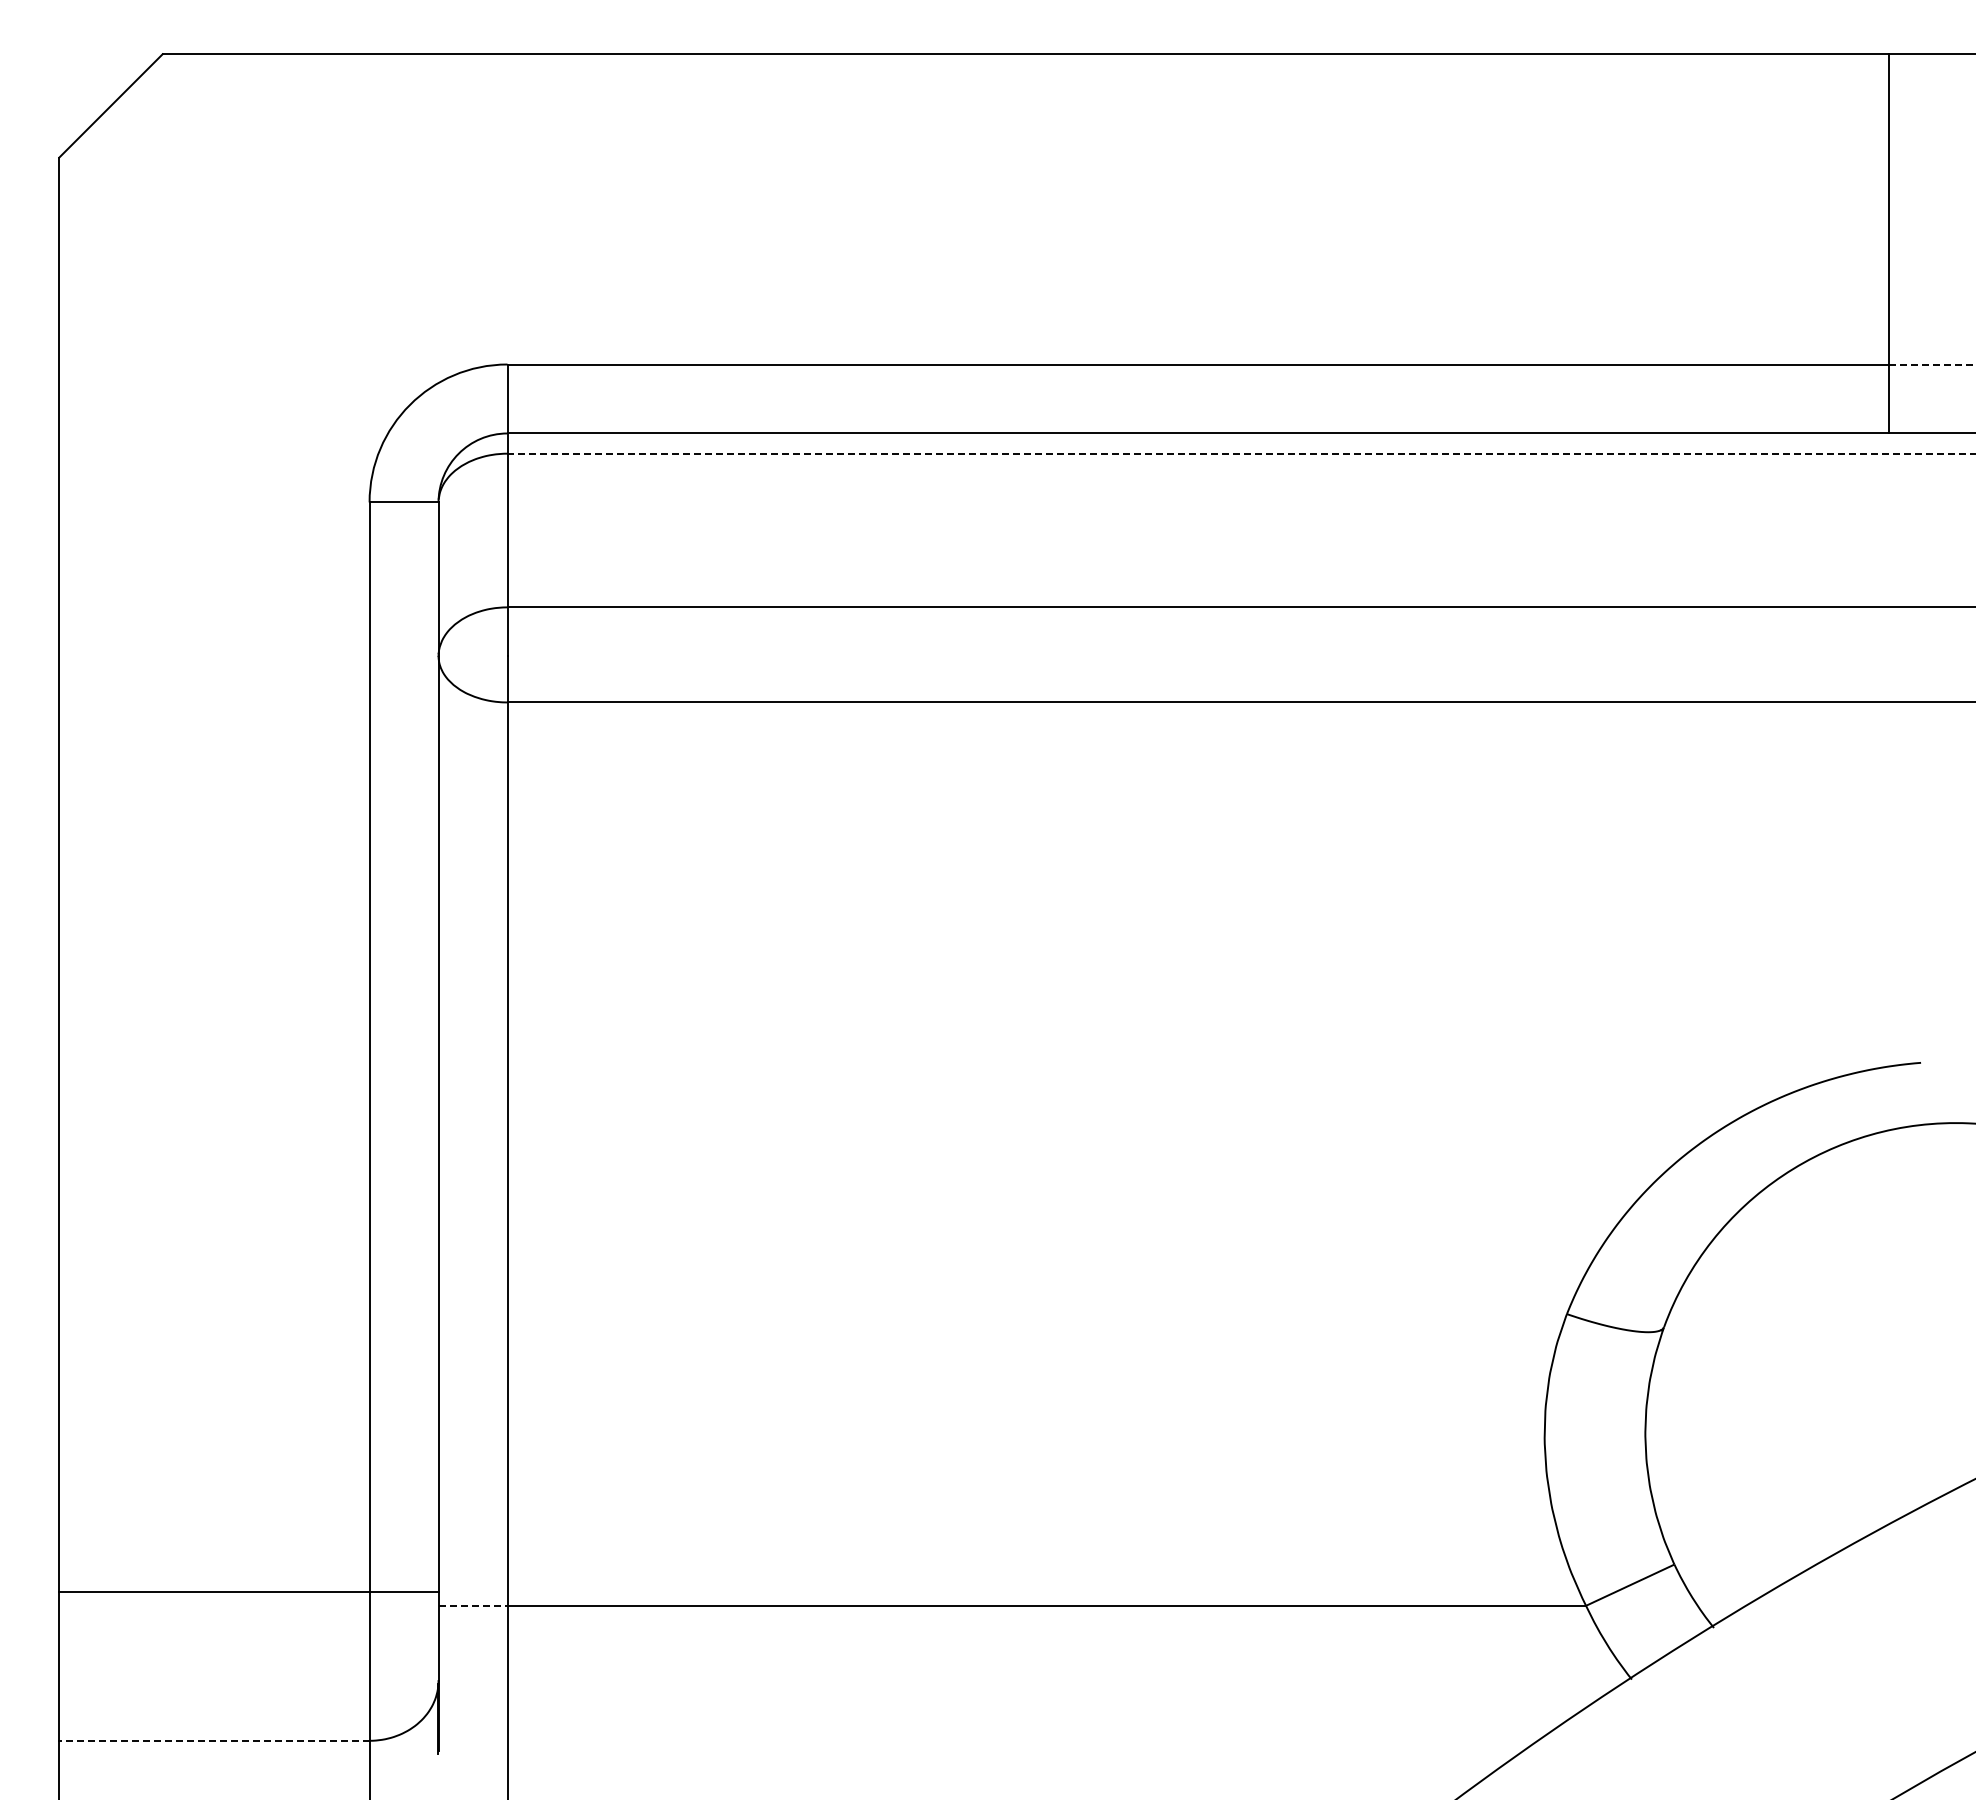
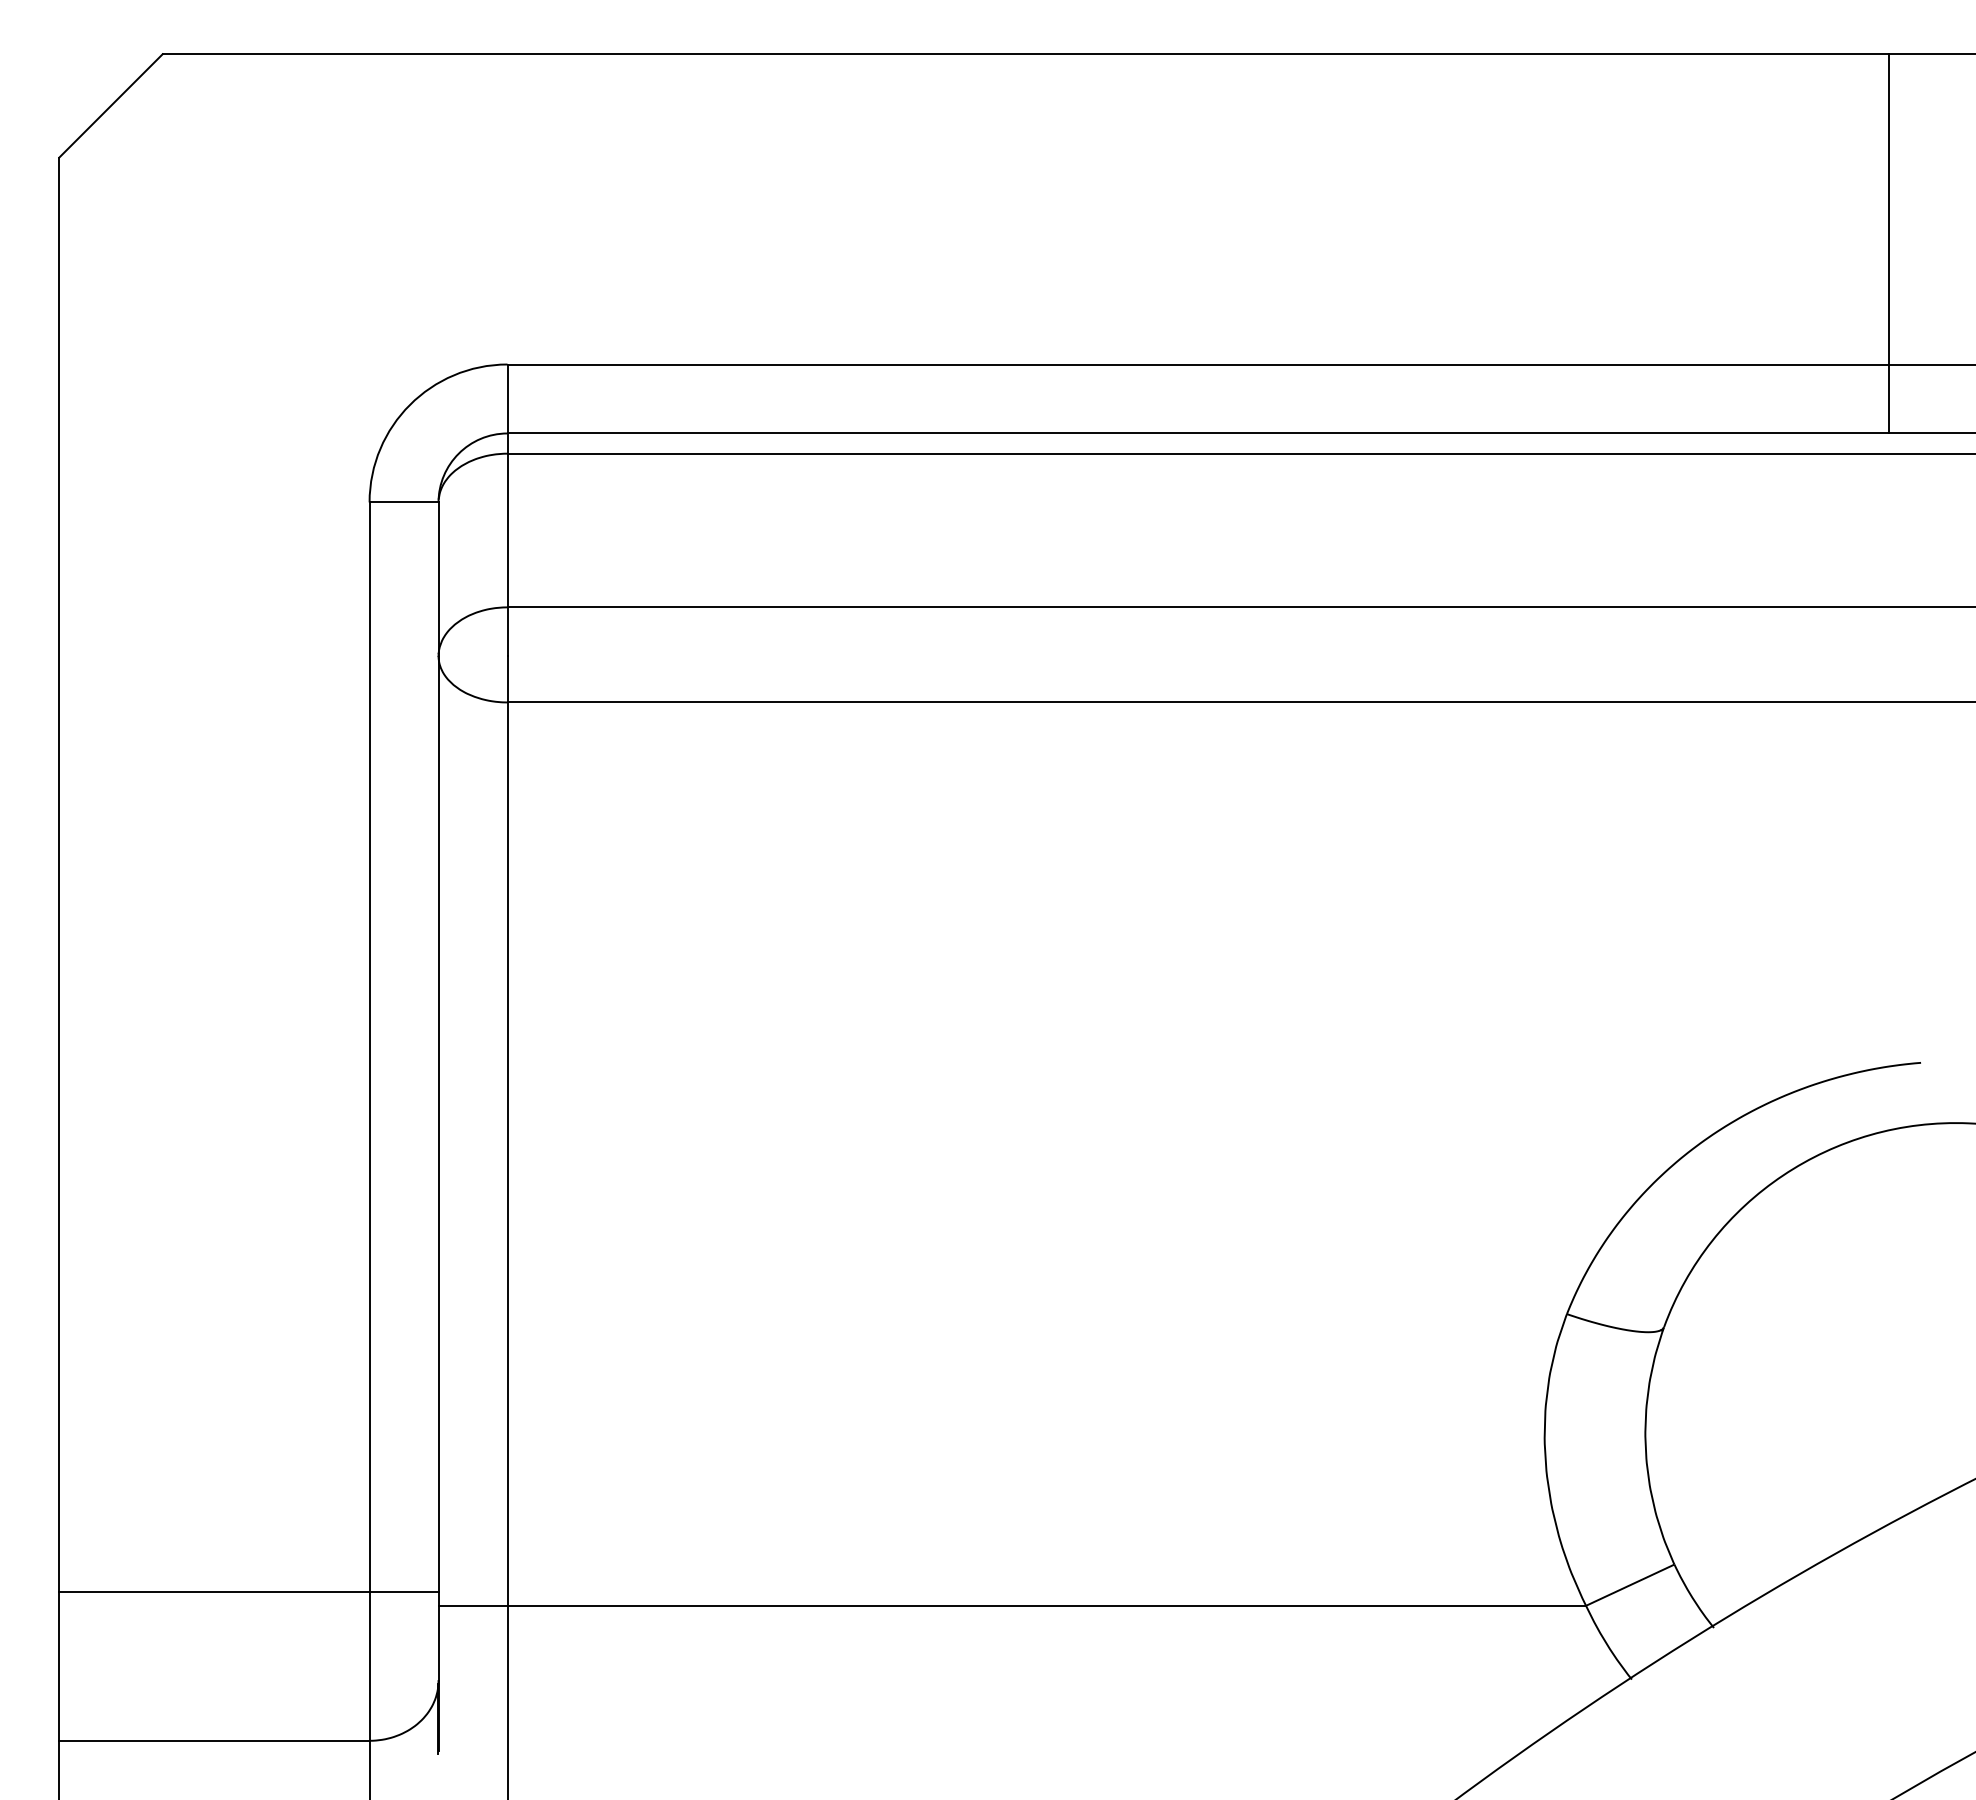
line at (1933, 364): dashed -> solid
line at (1241, 453): dashed -> solid
line at (473, 1605): dashed -> solid
line at (213, 1740): dashed -> solid
